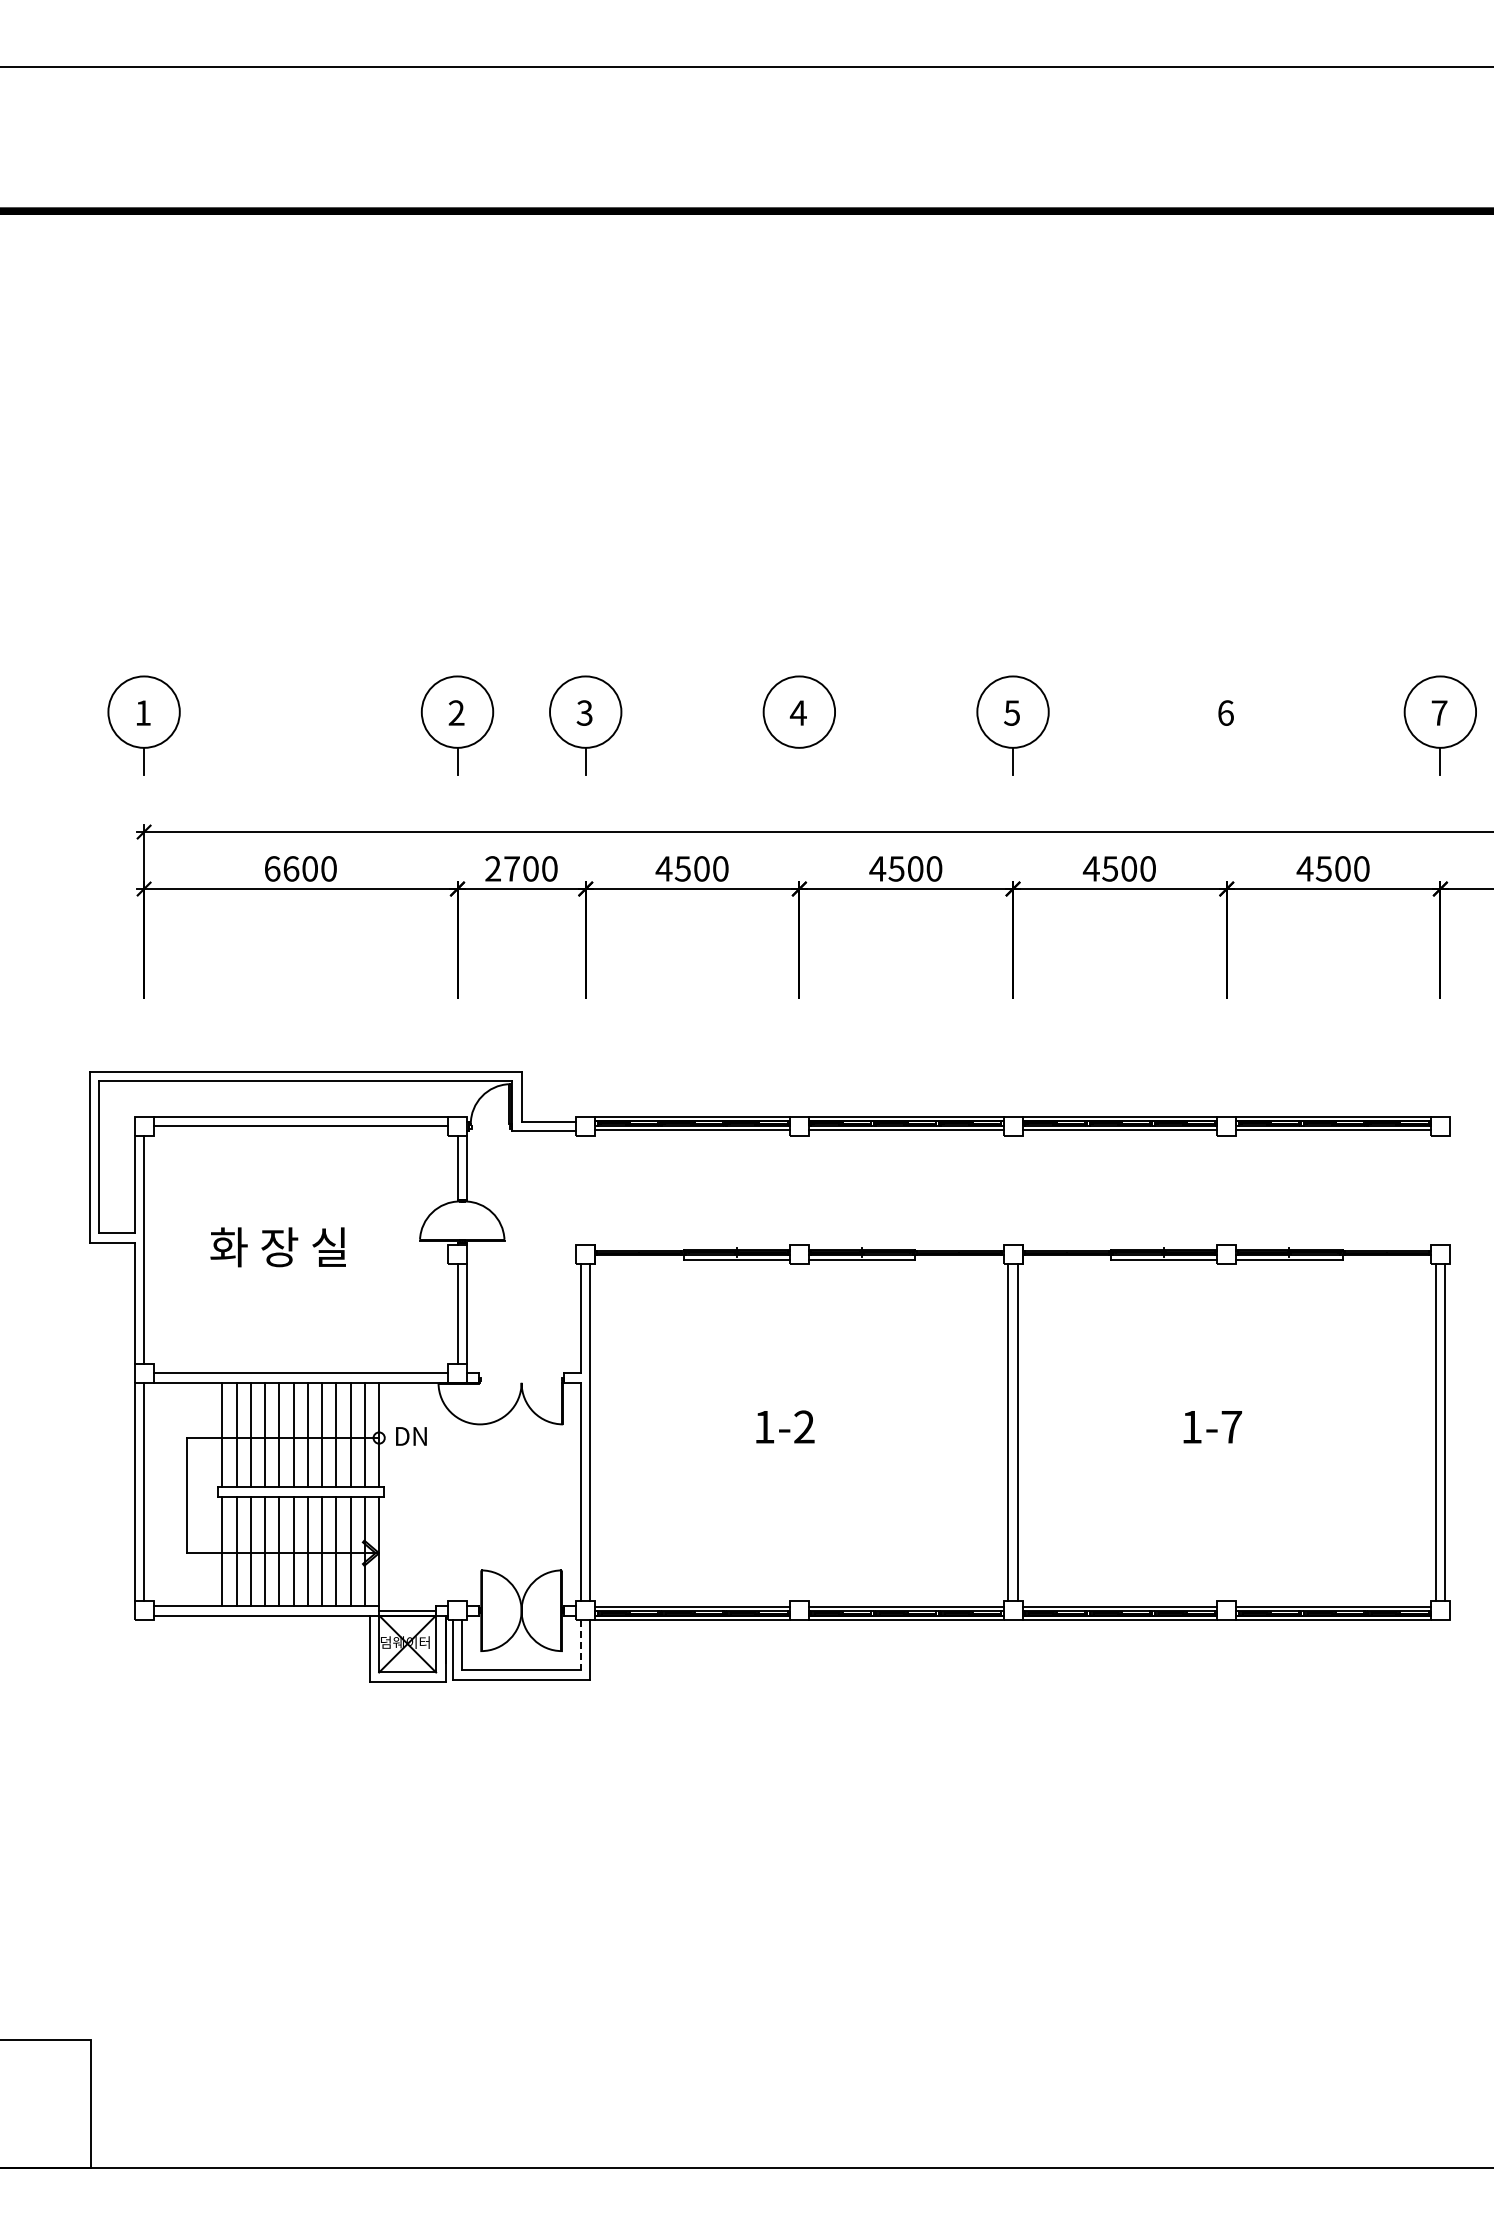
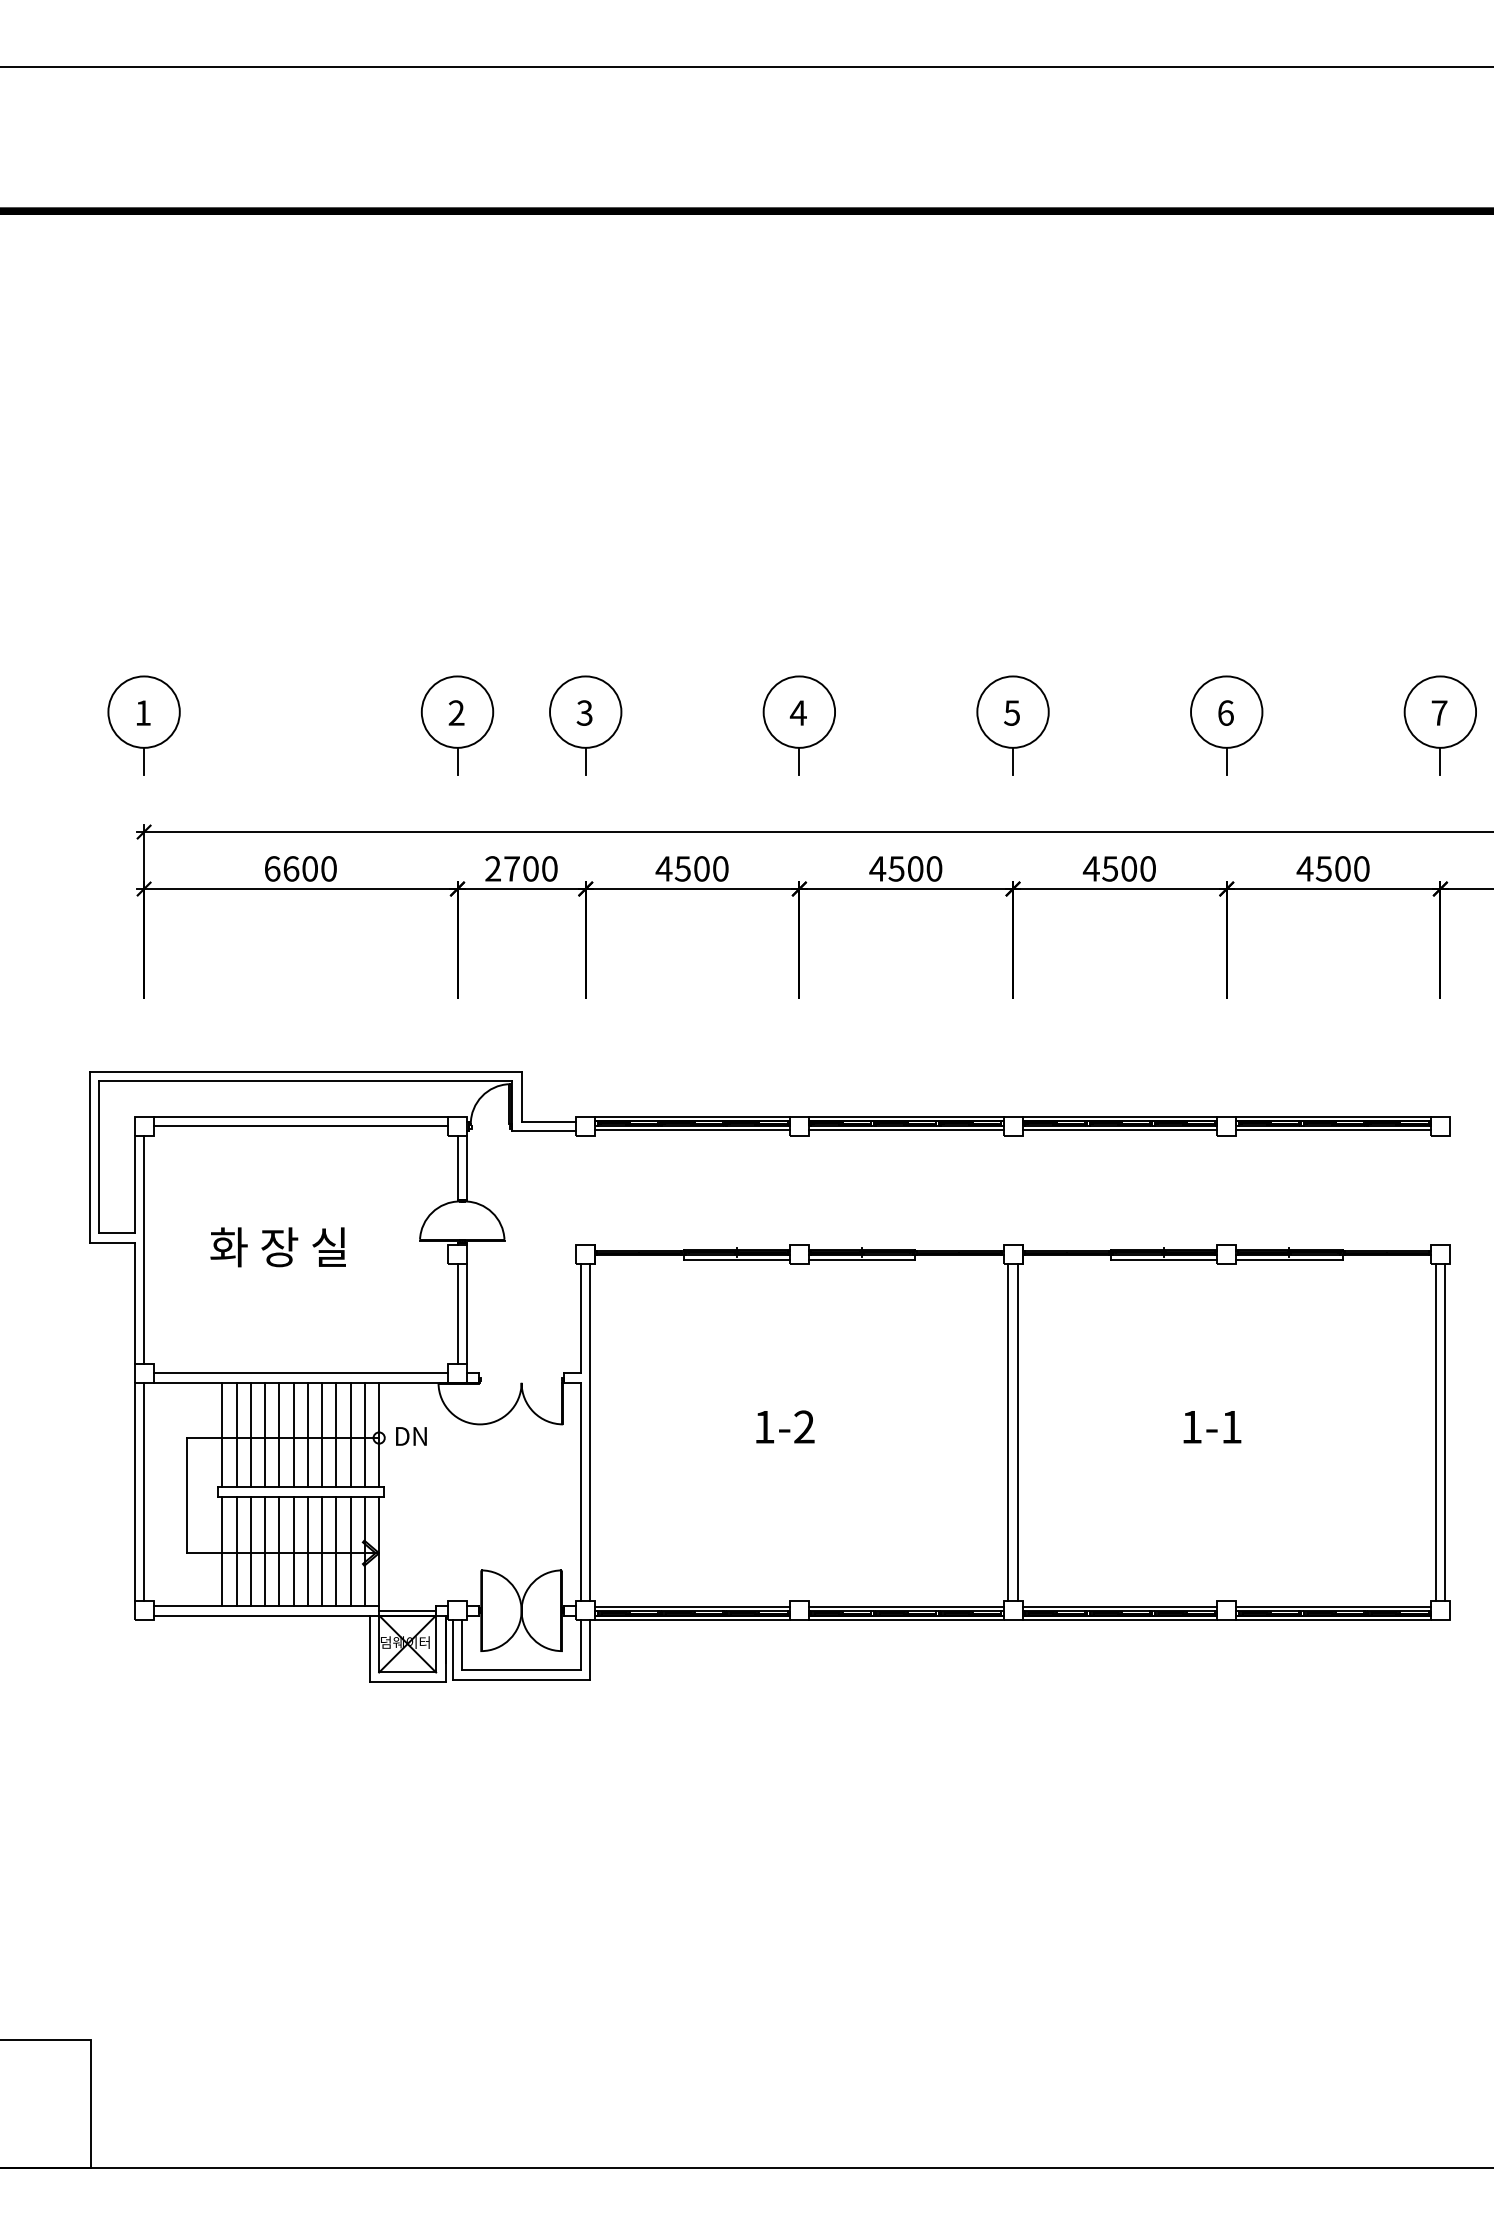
part at (1226, 725): none -> present
line at (799, 761): none -> present
text at (1231, 1427): 1-7 -> 1-1
line at (580, 1645): dashed -> solid
